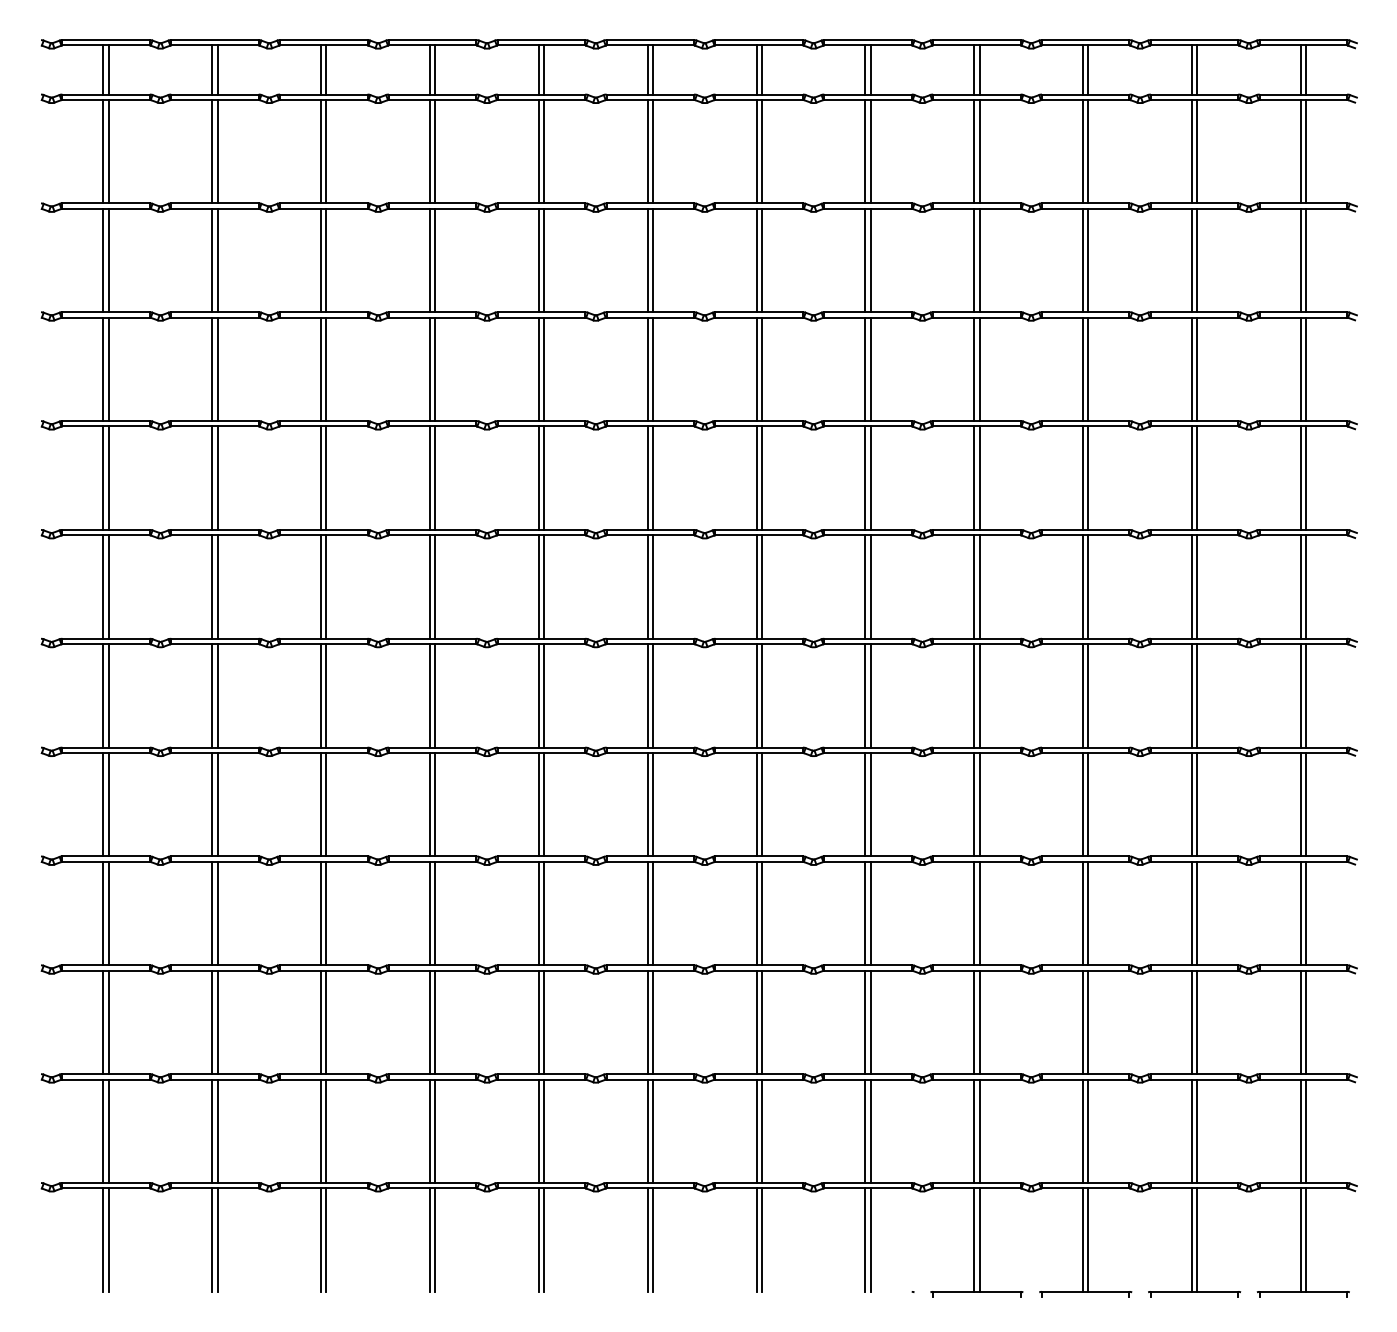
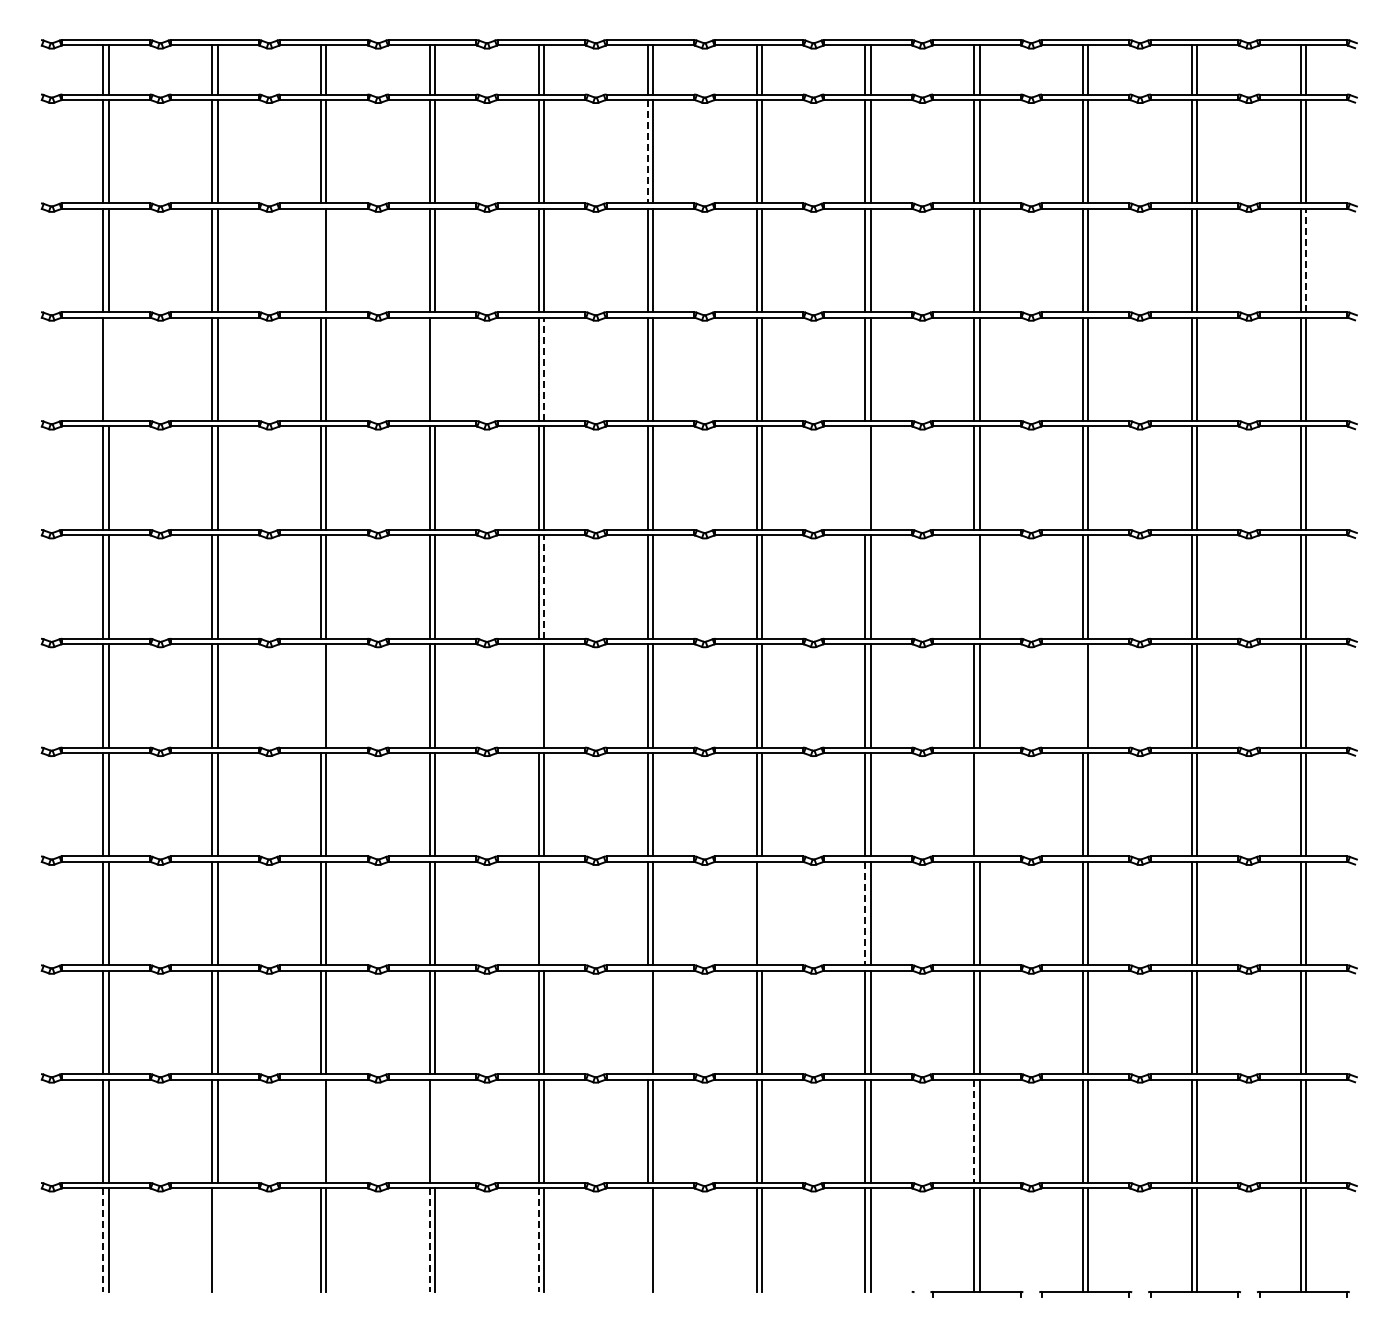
line at (647, 151): solid -> dashed
line at (321, 260): present -> none
line at (1306, 260): solid -> dashed
line at (108, 369): present -> none
line at (435, 369): present -> none
line at (544, 369): solid -> dashed
line at (865, 477): present -> none
line at (974, 586): present -> none
line at (544, 587): solid -> dashed
line at (321, 695): present -> none
line at (538, 695): present -> none
line at (1083, 695): present -> none
line at (979, 804): present -> none
line at (544, 913): present -> none
line at (761, 913): present -> none
line at (865, 913): solid -> dashed
line at (647, 1022): present -> none
line at (321, 1131): present -> none
line at (435, 1131): present -> none
line at (974, 1131): solid -> dashed
line at (217, 1239): present -> none
line at (647, 1239): present -> none
line at (103, 1240): solid -> dashed
line at (429, 1240): solid -> dashed
line at (538, 1240): solid -> dashed
